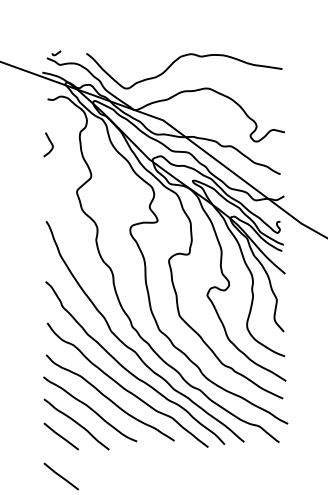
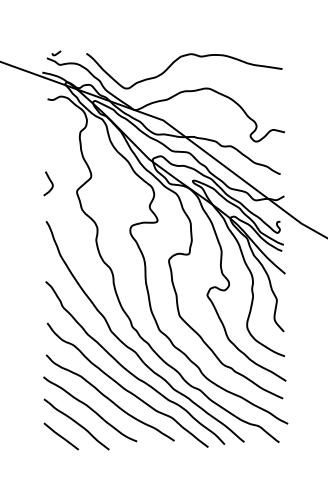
curve at (49, 142) position: (49, 142) -> (49, 181)
line at (60, 476): present -> none
